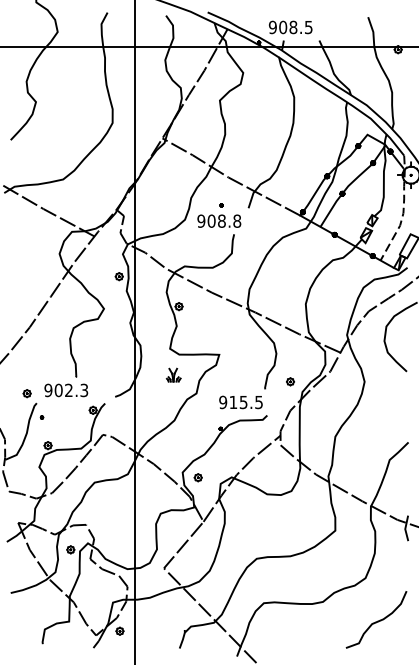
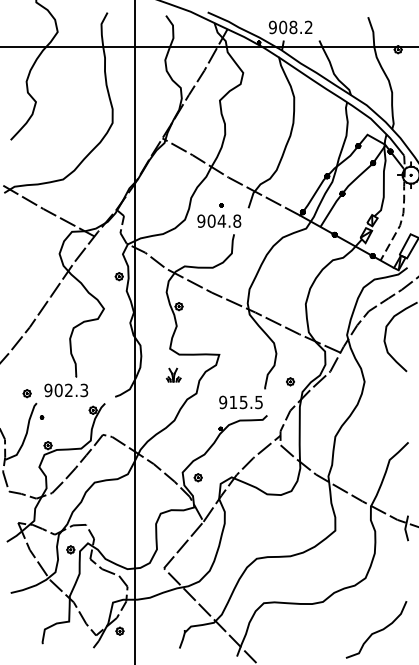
text at (308, 27): 908.5 -> 908.2
text at (221, 220): 908.8 -> 904.8
curve at (377, 620) position: (377, 620) -> (377, 630)
